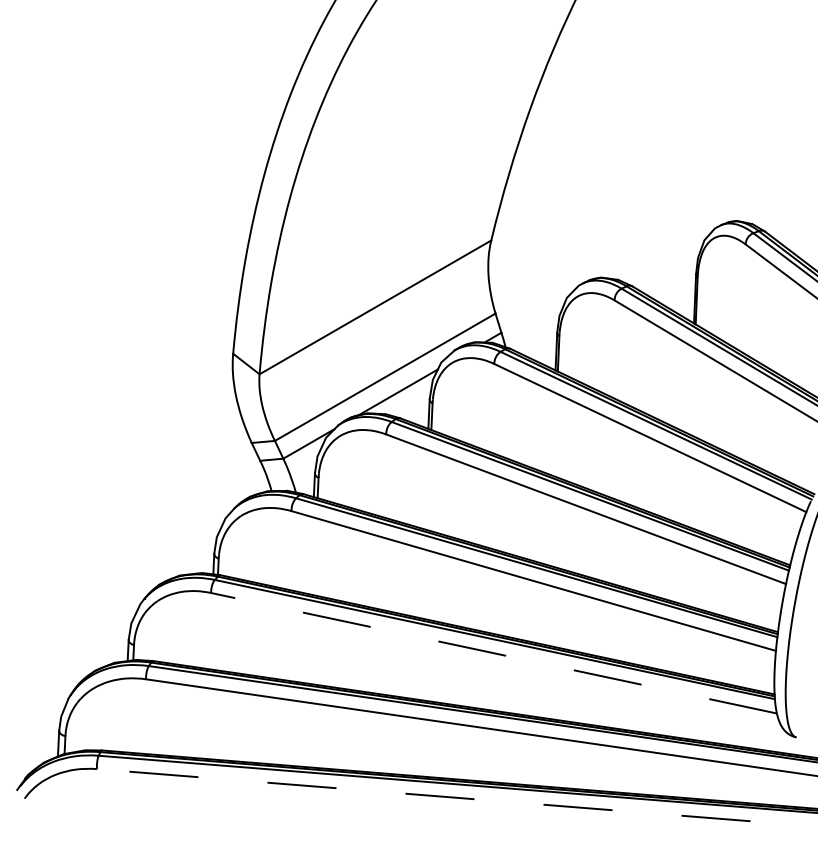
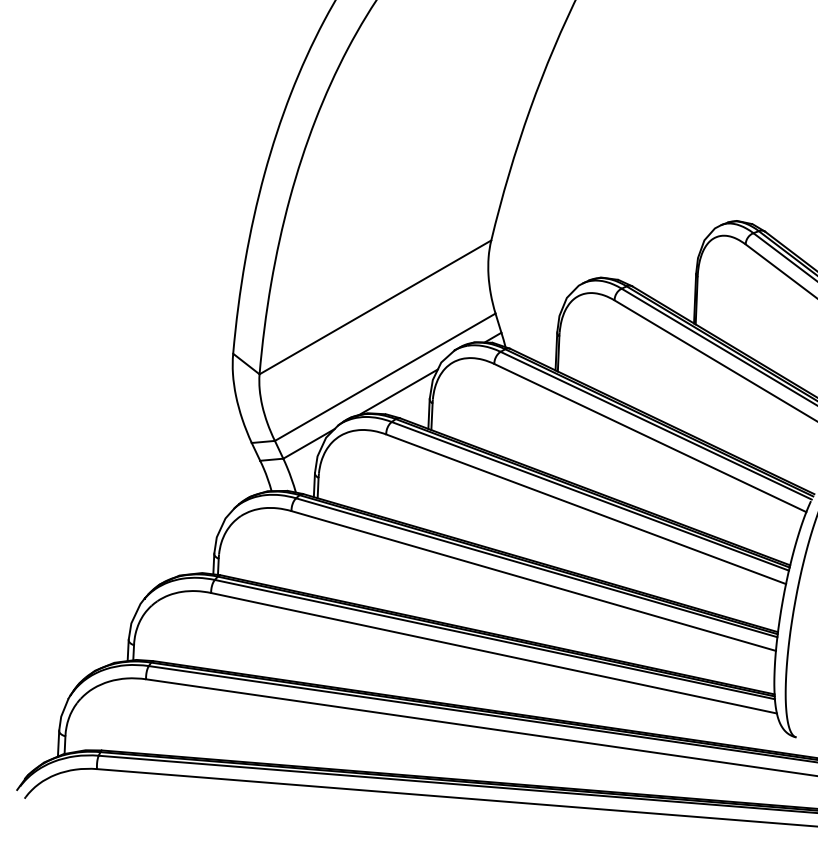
line at (493, 653): dashed -> solid
line at (457, 797): dashed -> solid
